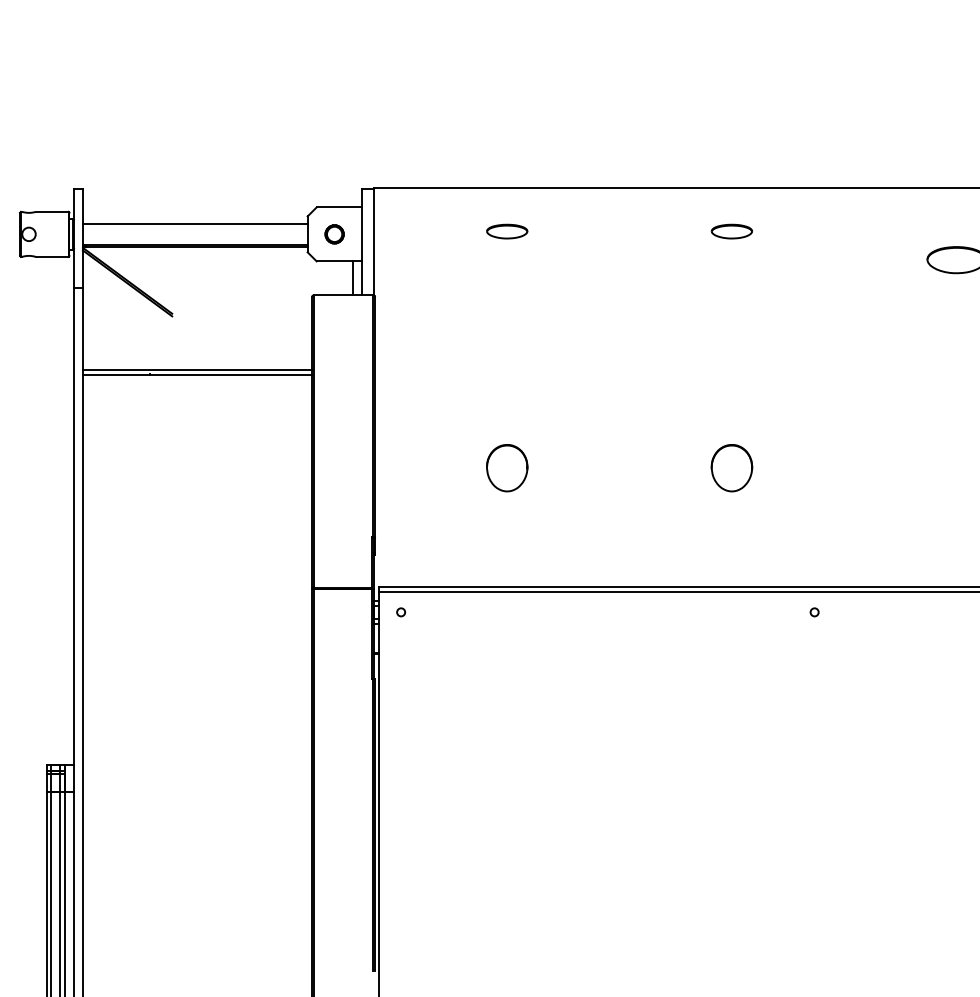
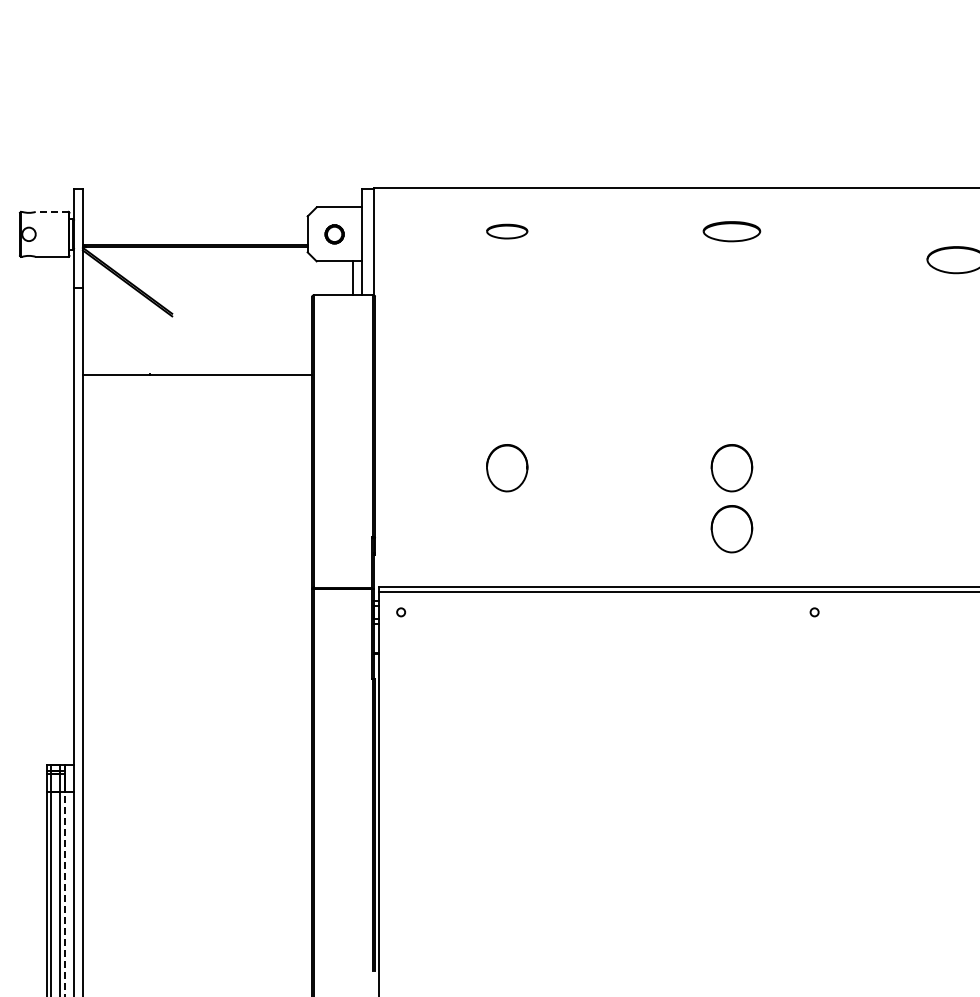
line at (51, 211): solid -> dashed
line at (194, 223): present -> none
part at (731, 231) size: 44x17 px -> 60x22 px
line at (197, 369): present -> none
part at (731, 529): none -> present
line at (64, 893): solid -> dashed
